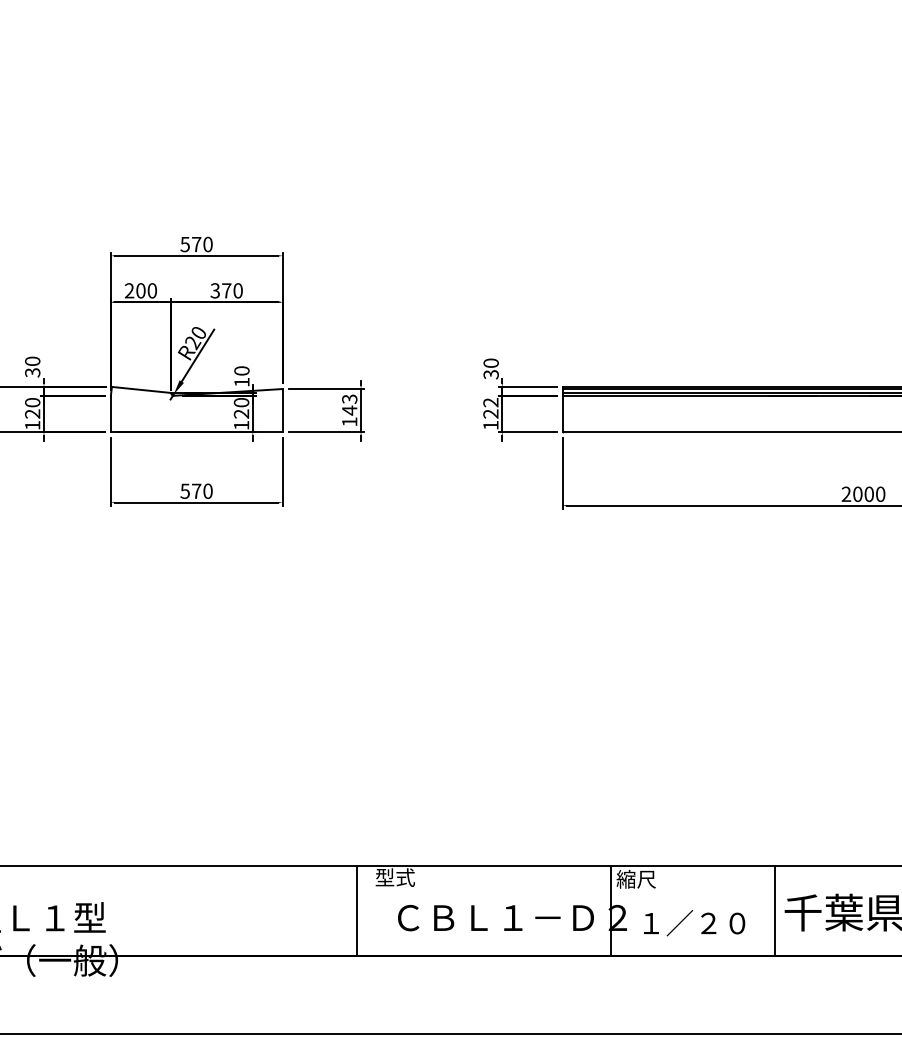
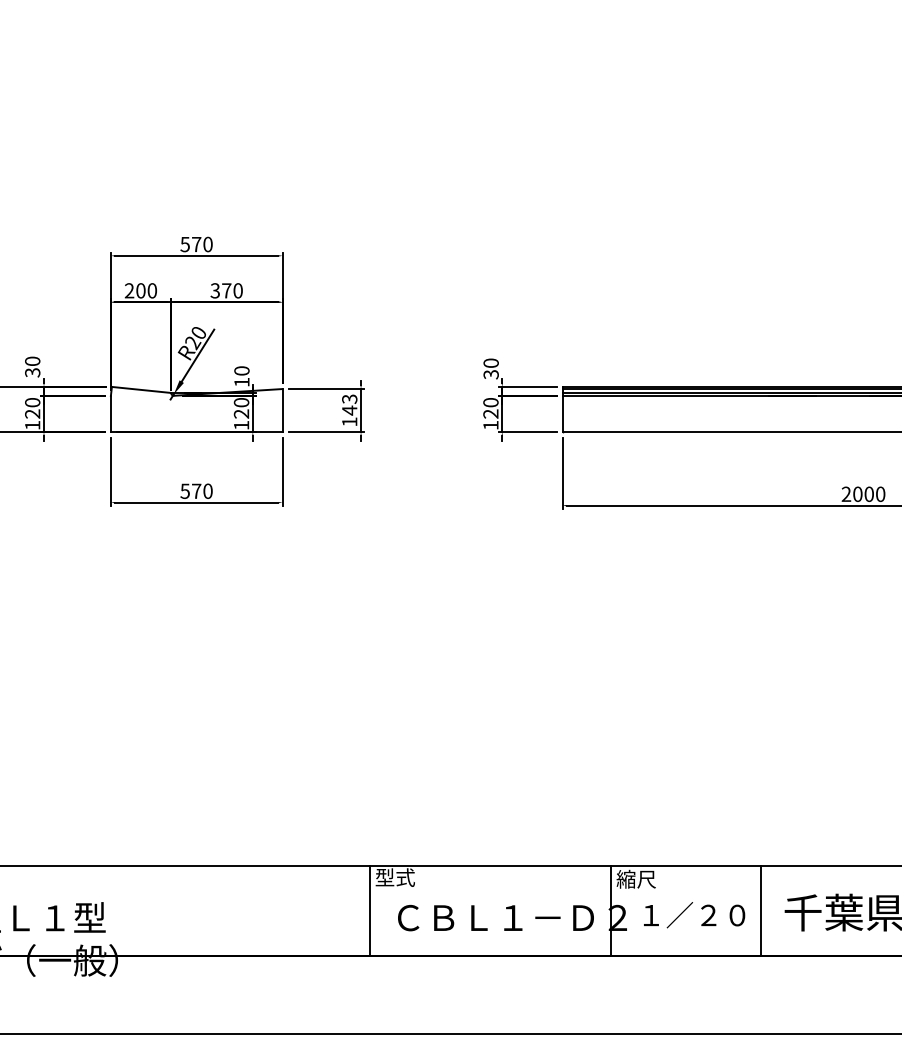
text at (490, 402): 122 -> 120
line at (356, 910) position: (356, 910) -> (369, 910)
line at (775, 910) position: (775, 910) -> (761, 910)
text at (694, 923) position: (694, 923) -> (694, 915)
